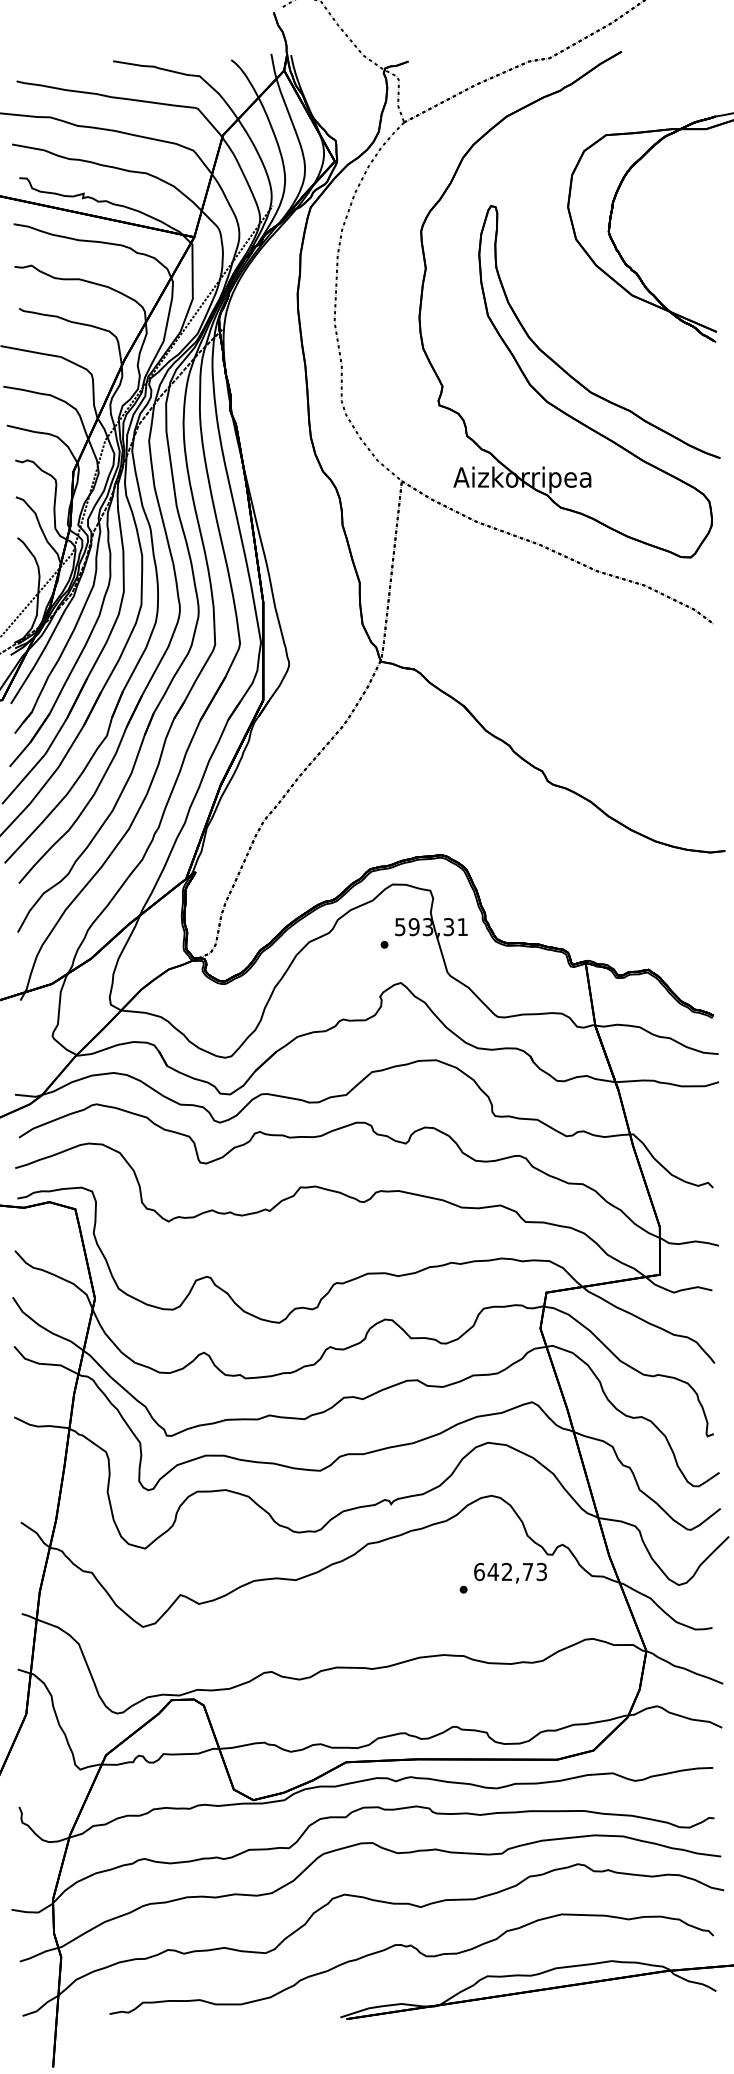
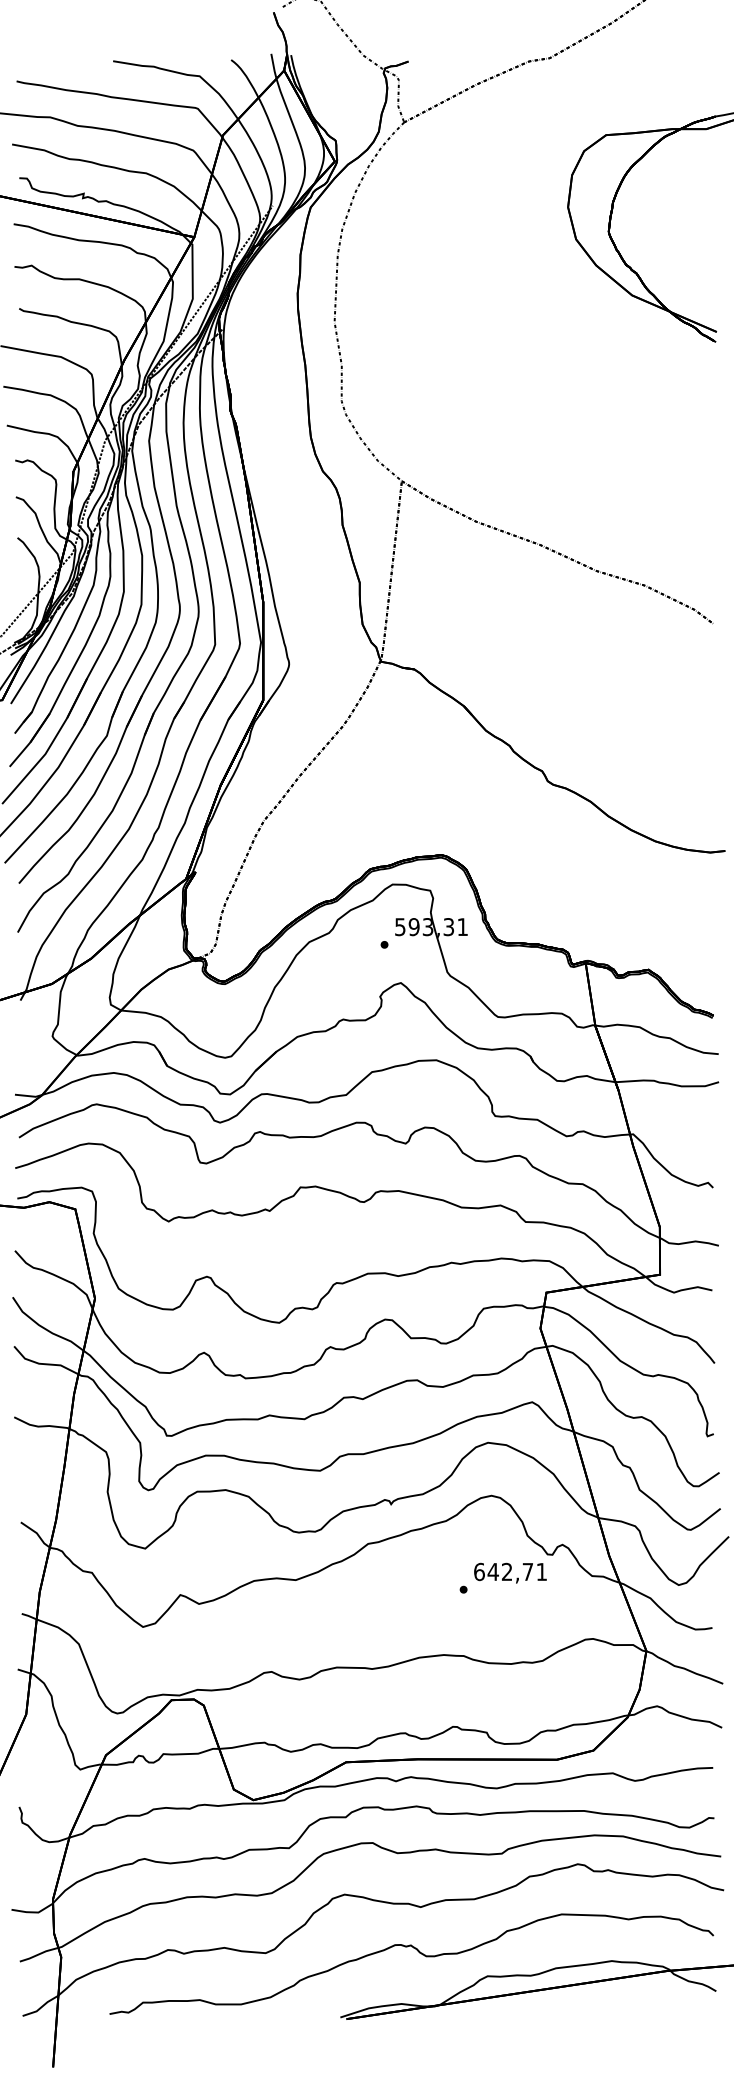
part at (527, 332): present -> none
text at (541, 1571): 642,73 -> 642,71
